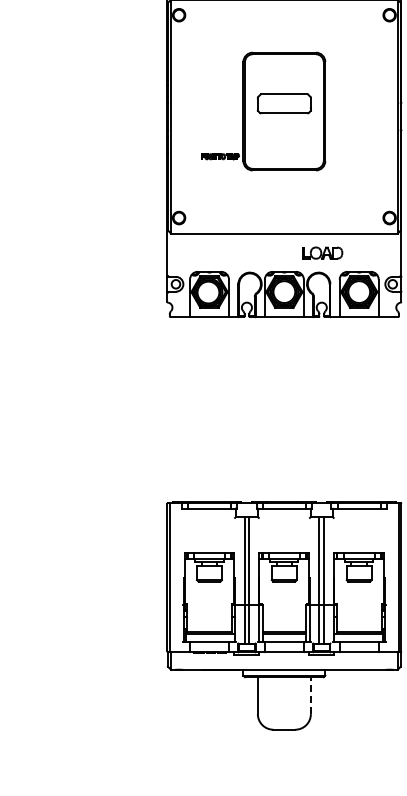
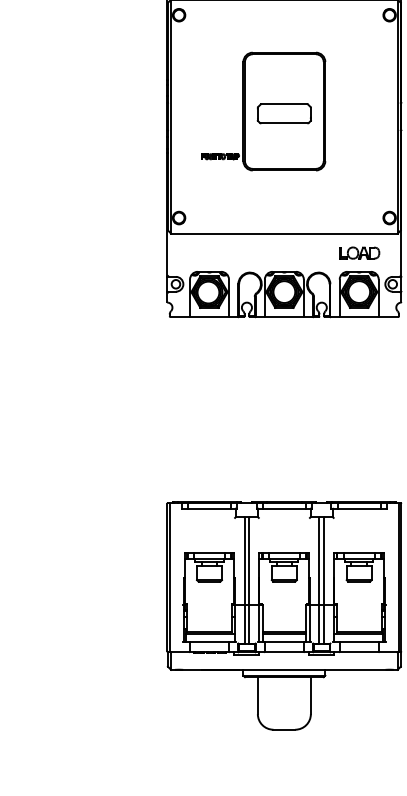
part at (283, 103) position: (283, 103) -> (283, 113)
part at (322, 252) position: (322, 252) -> (359, 252)
line at (310, 695): dashed -> solid
